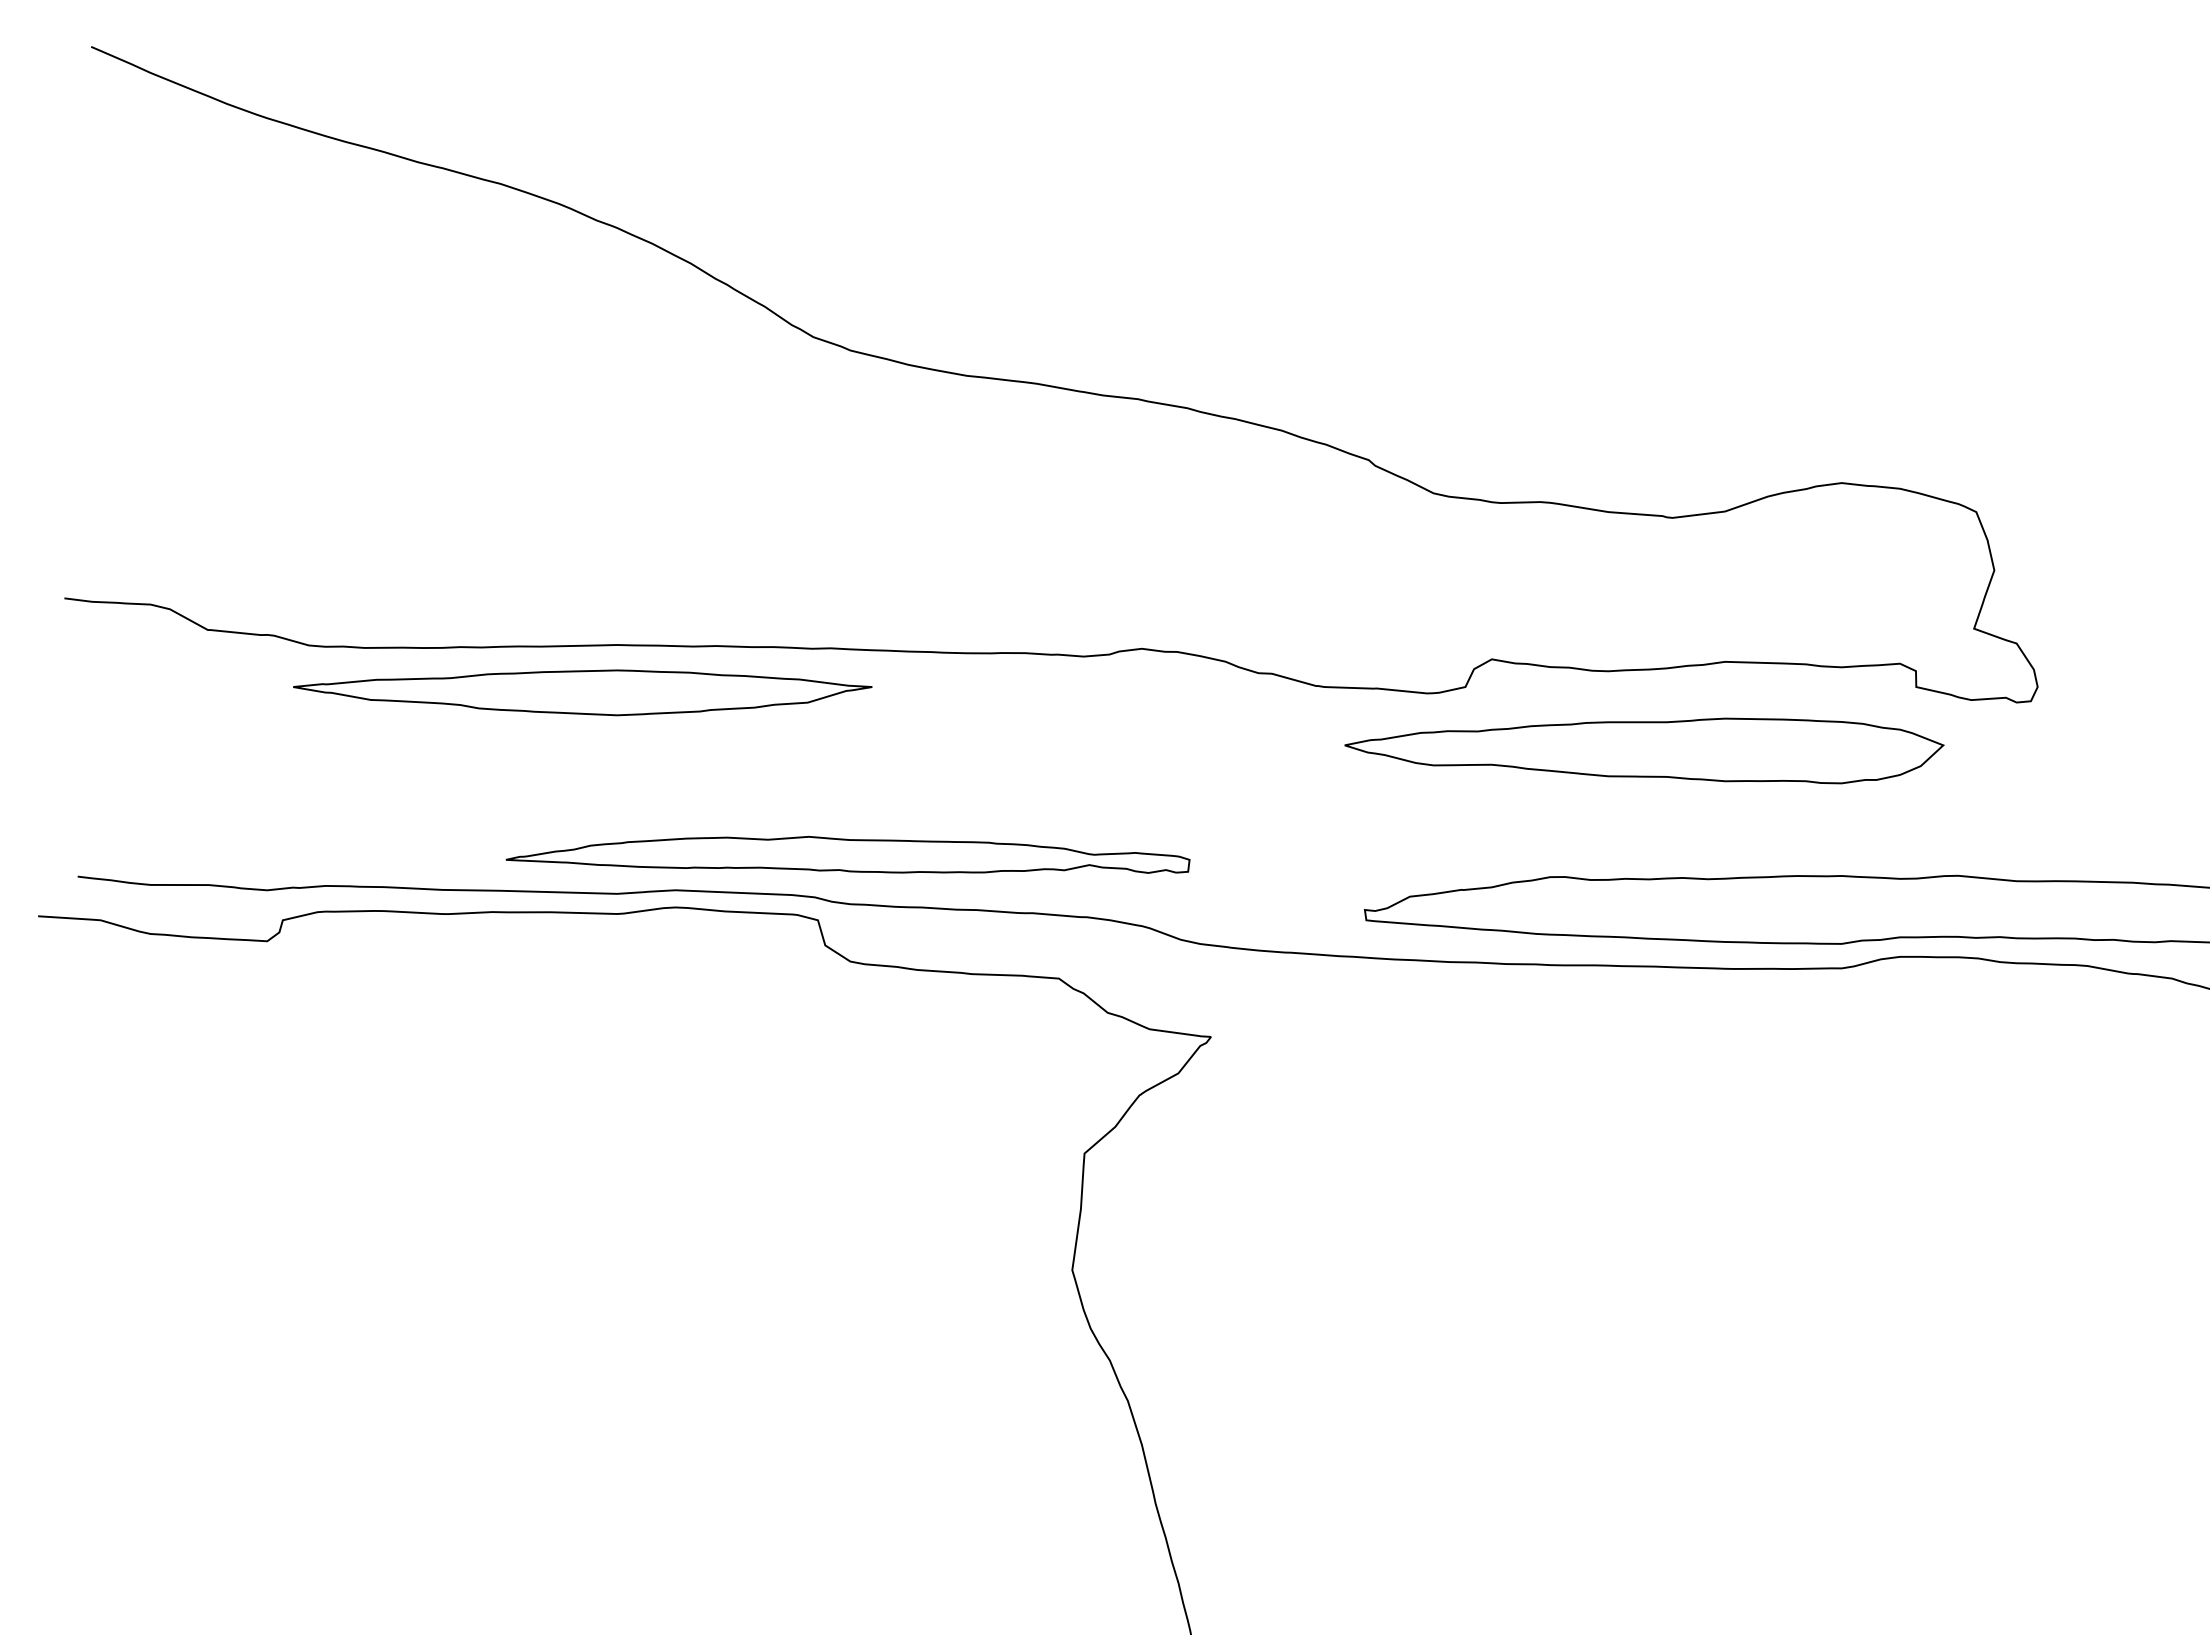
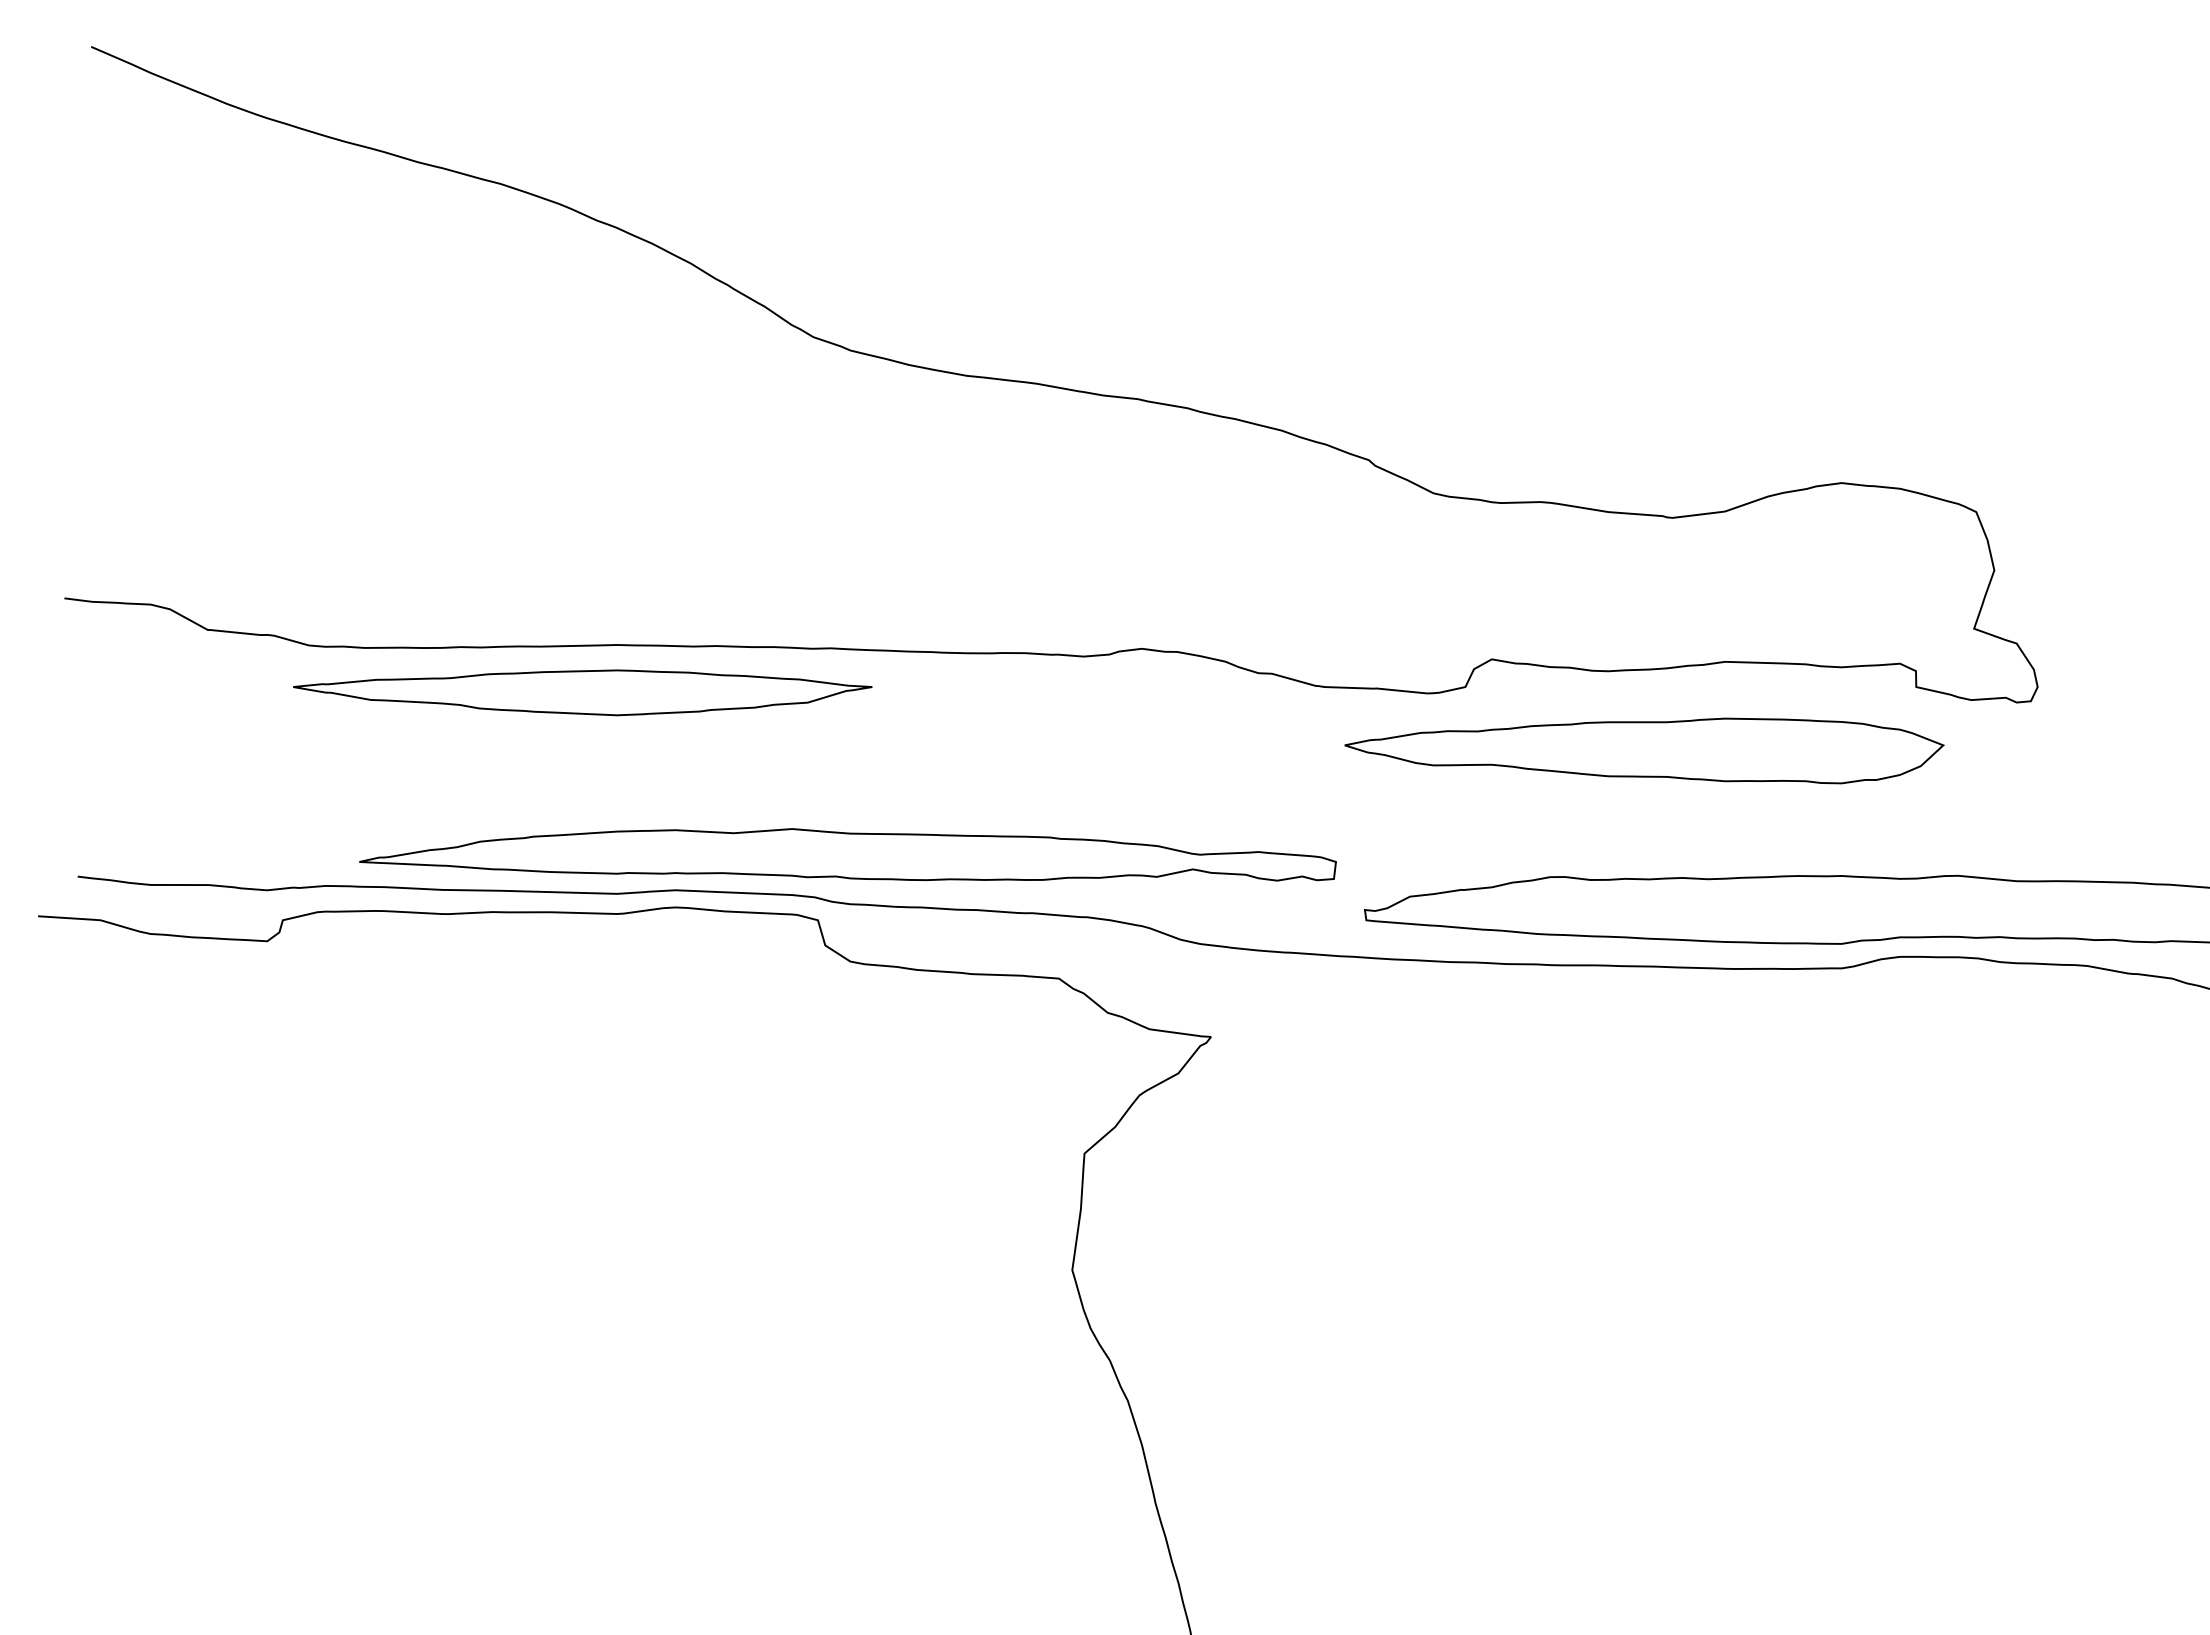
part at (847, 854) size: 686x38 px -> 978x54 px
